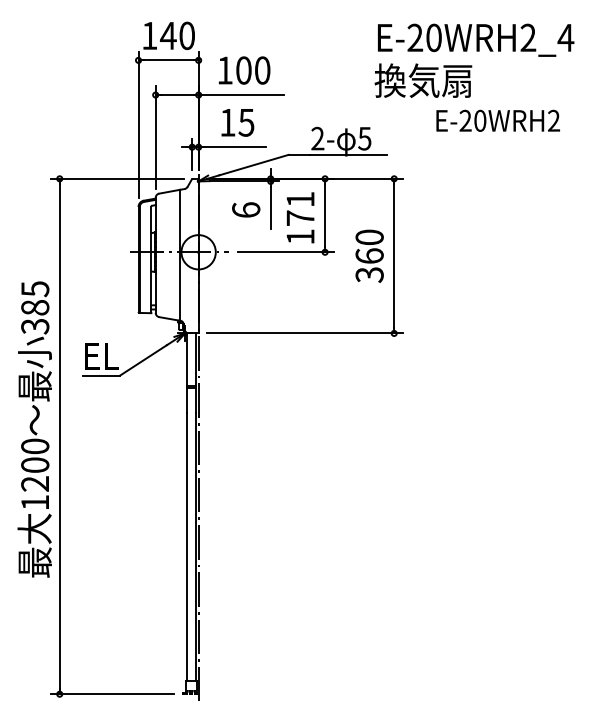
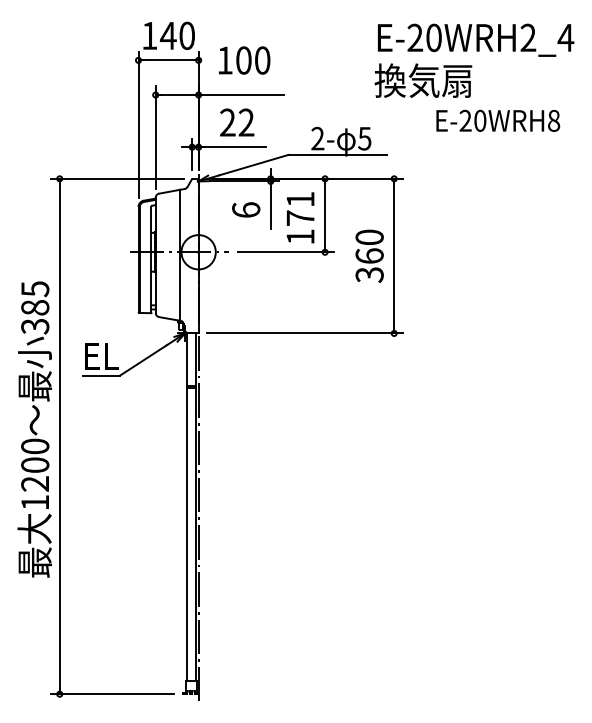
text at (244, 70) position: (244, 70) -> (244, 60)
text at (554, 120): E-20WRH2 -> E-20WRH8
text at (237, 122): 15 -> 22
